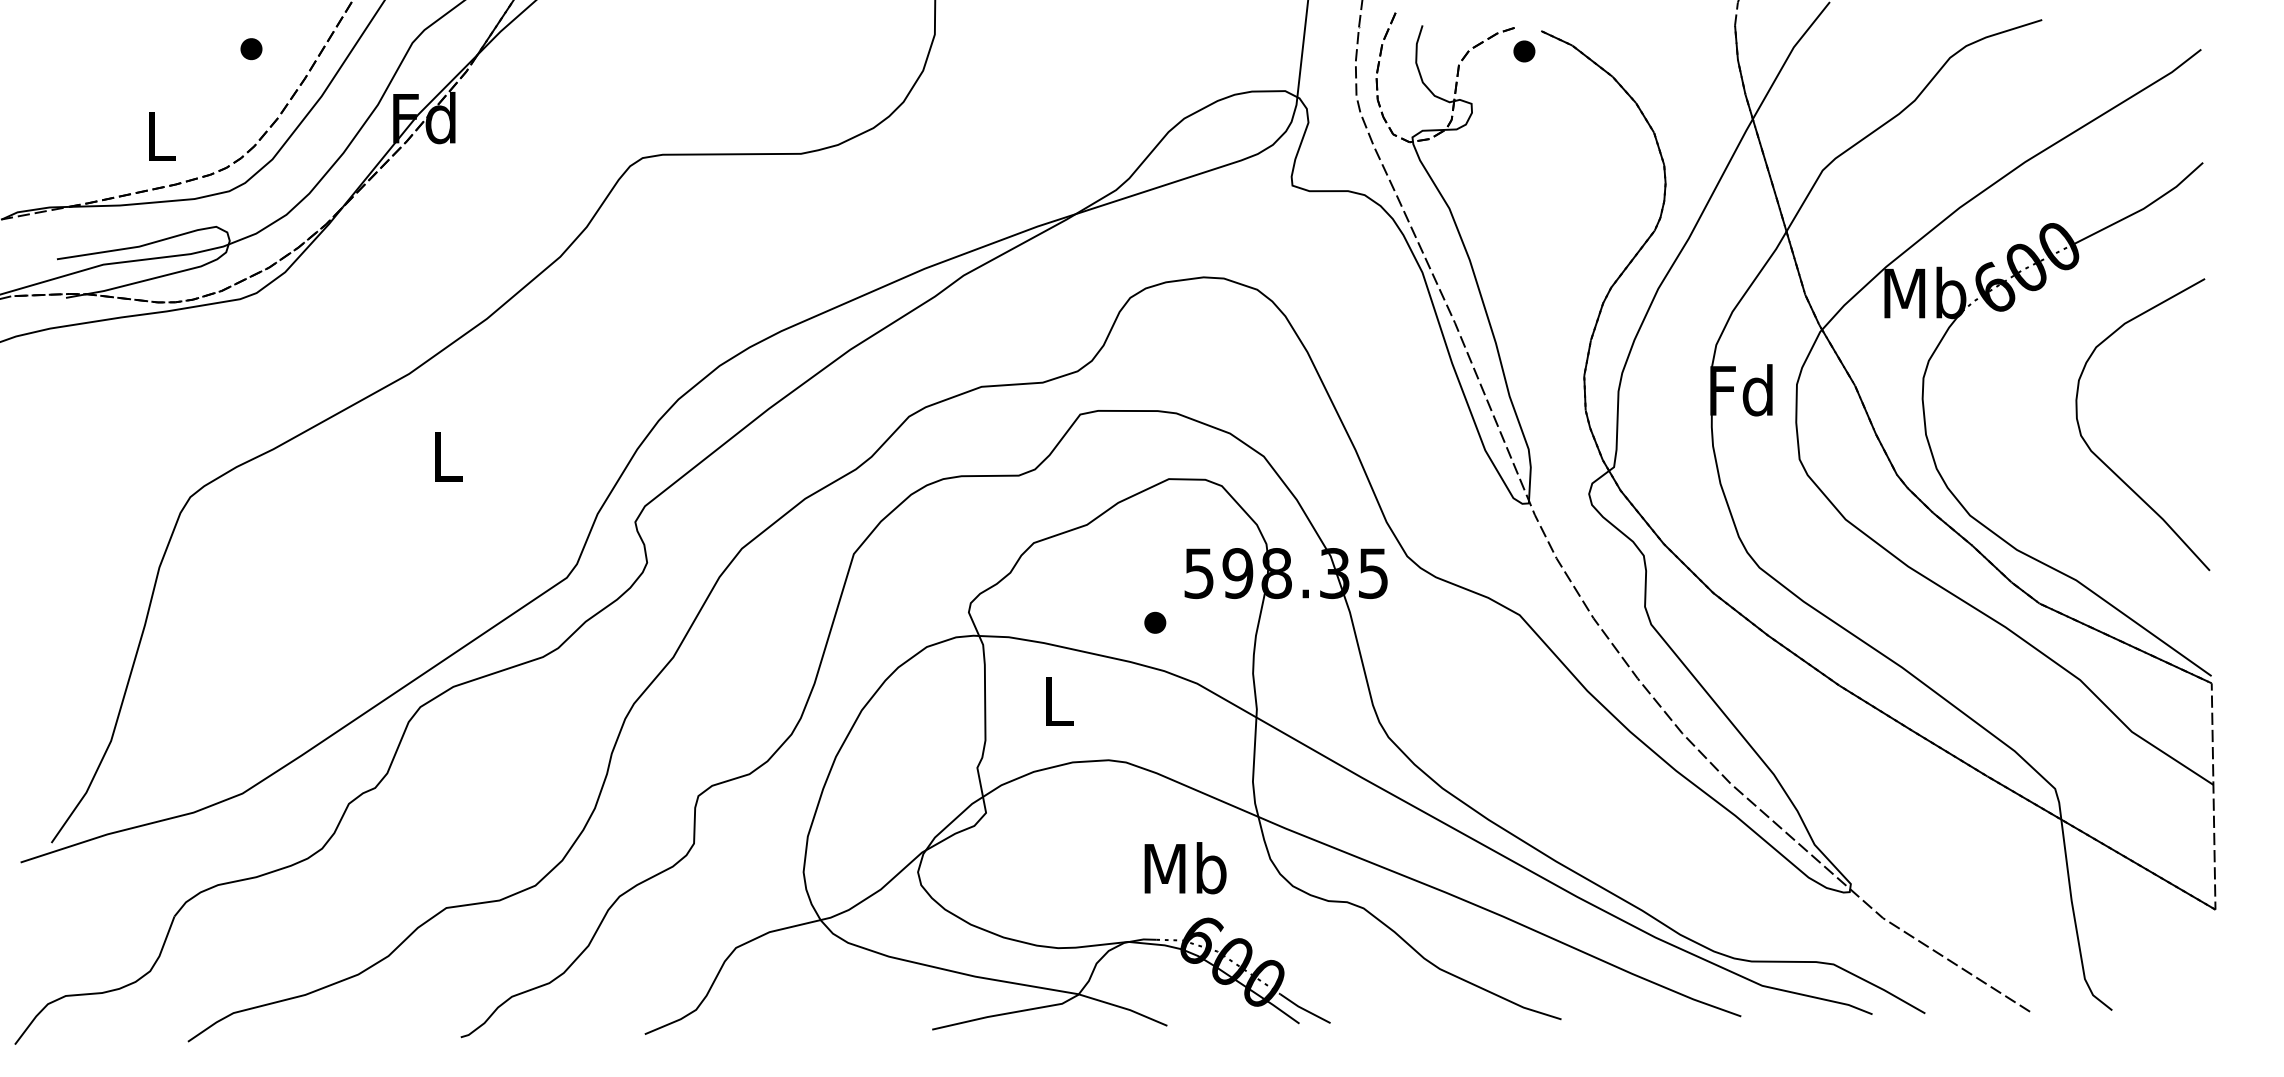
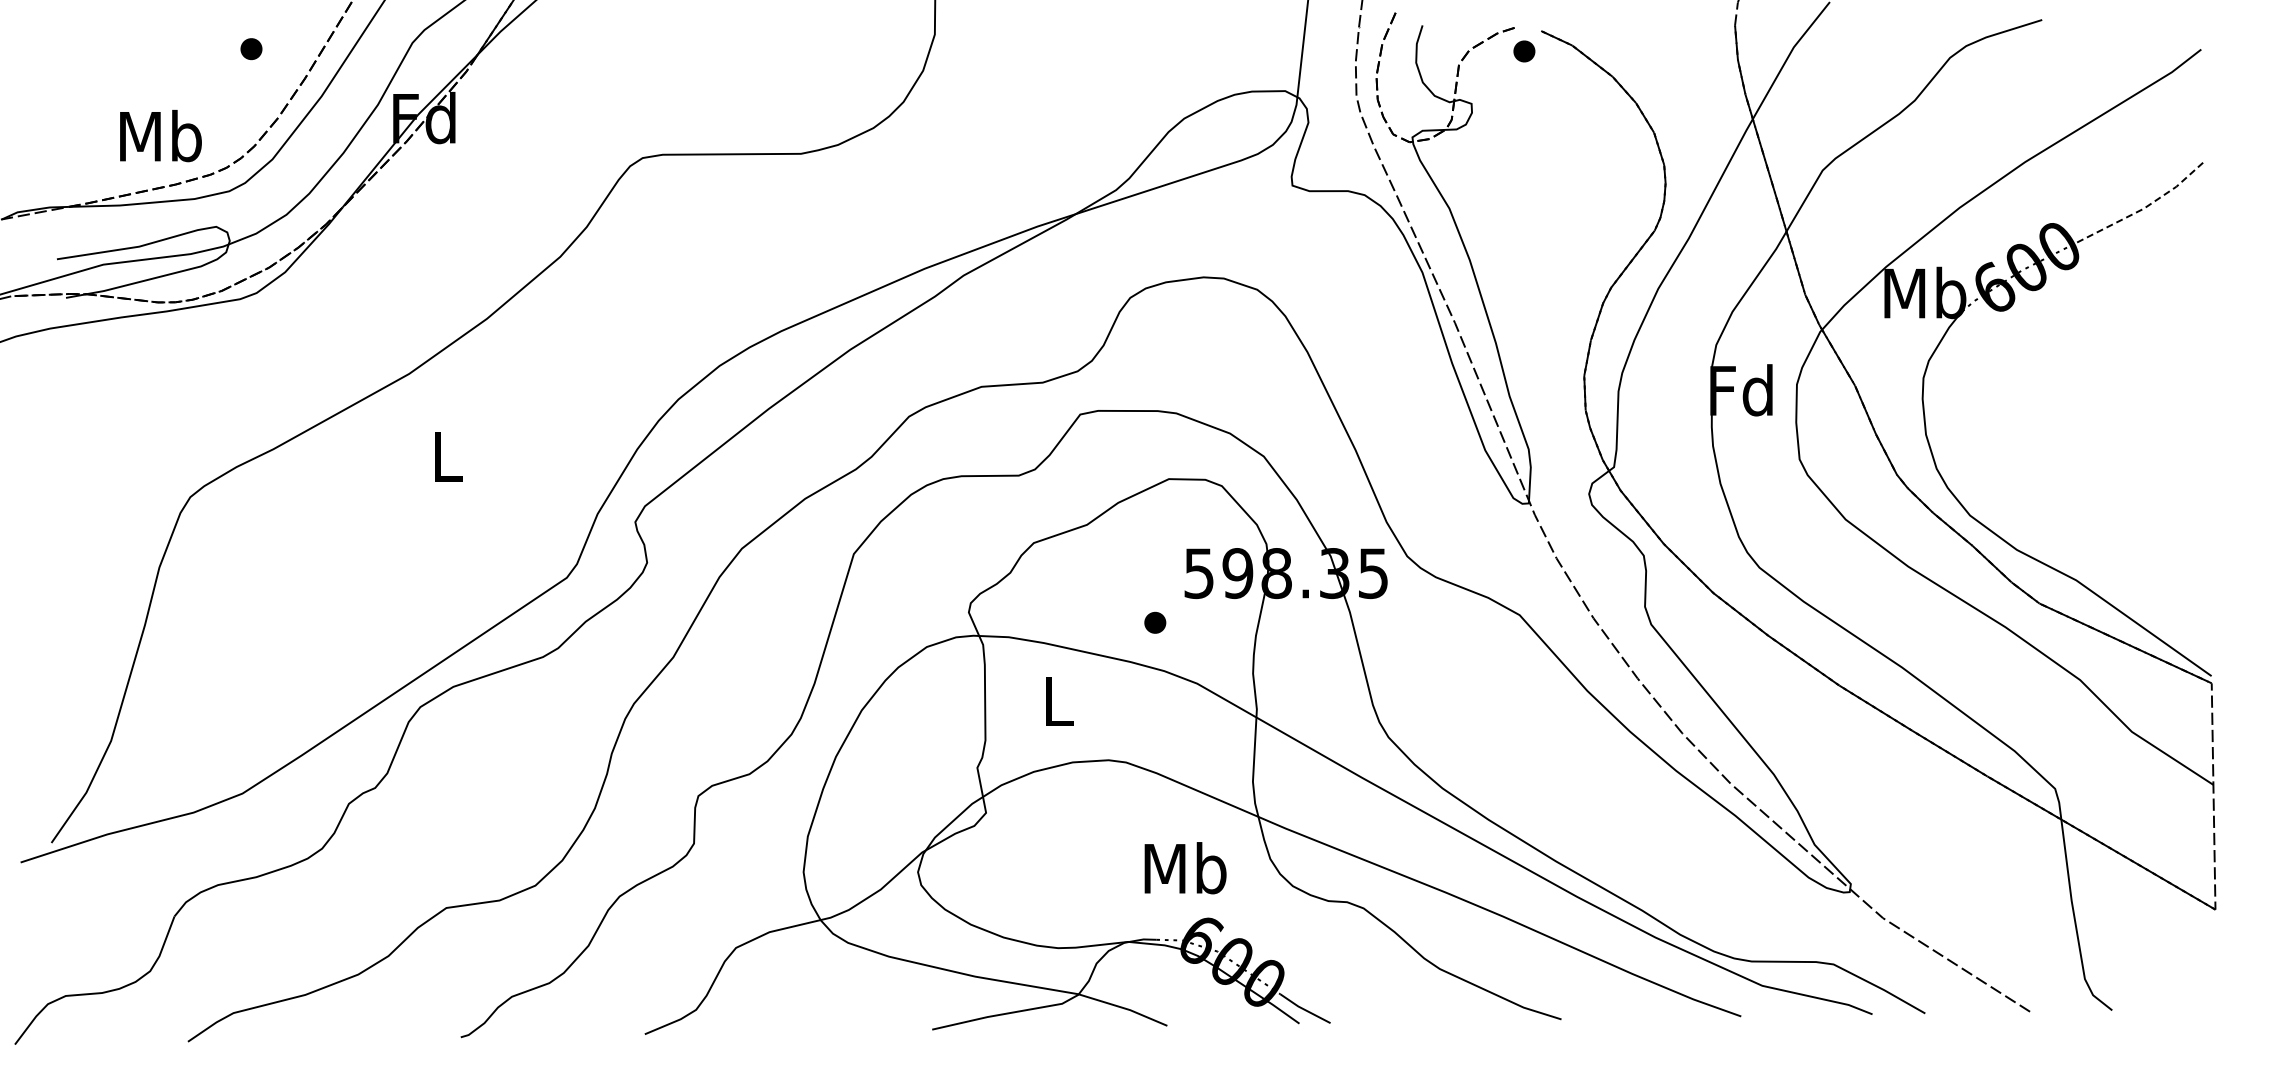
text at (160, 135): L -> Mb
line at (2143, 208): solid -> dashed
curve at (2104, 462): present -> none
